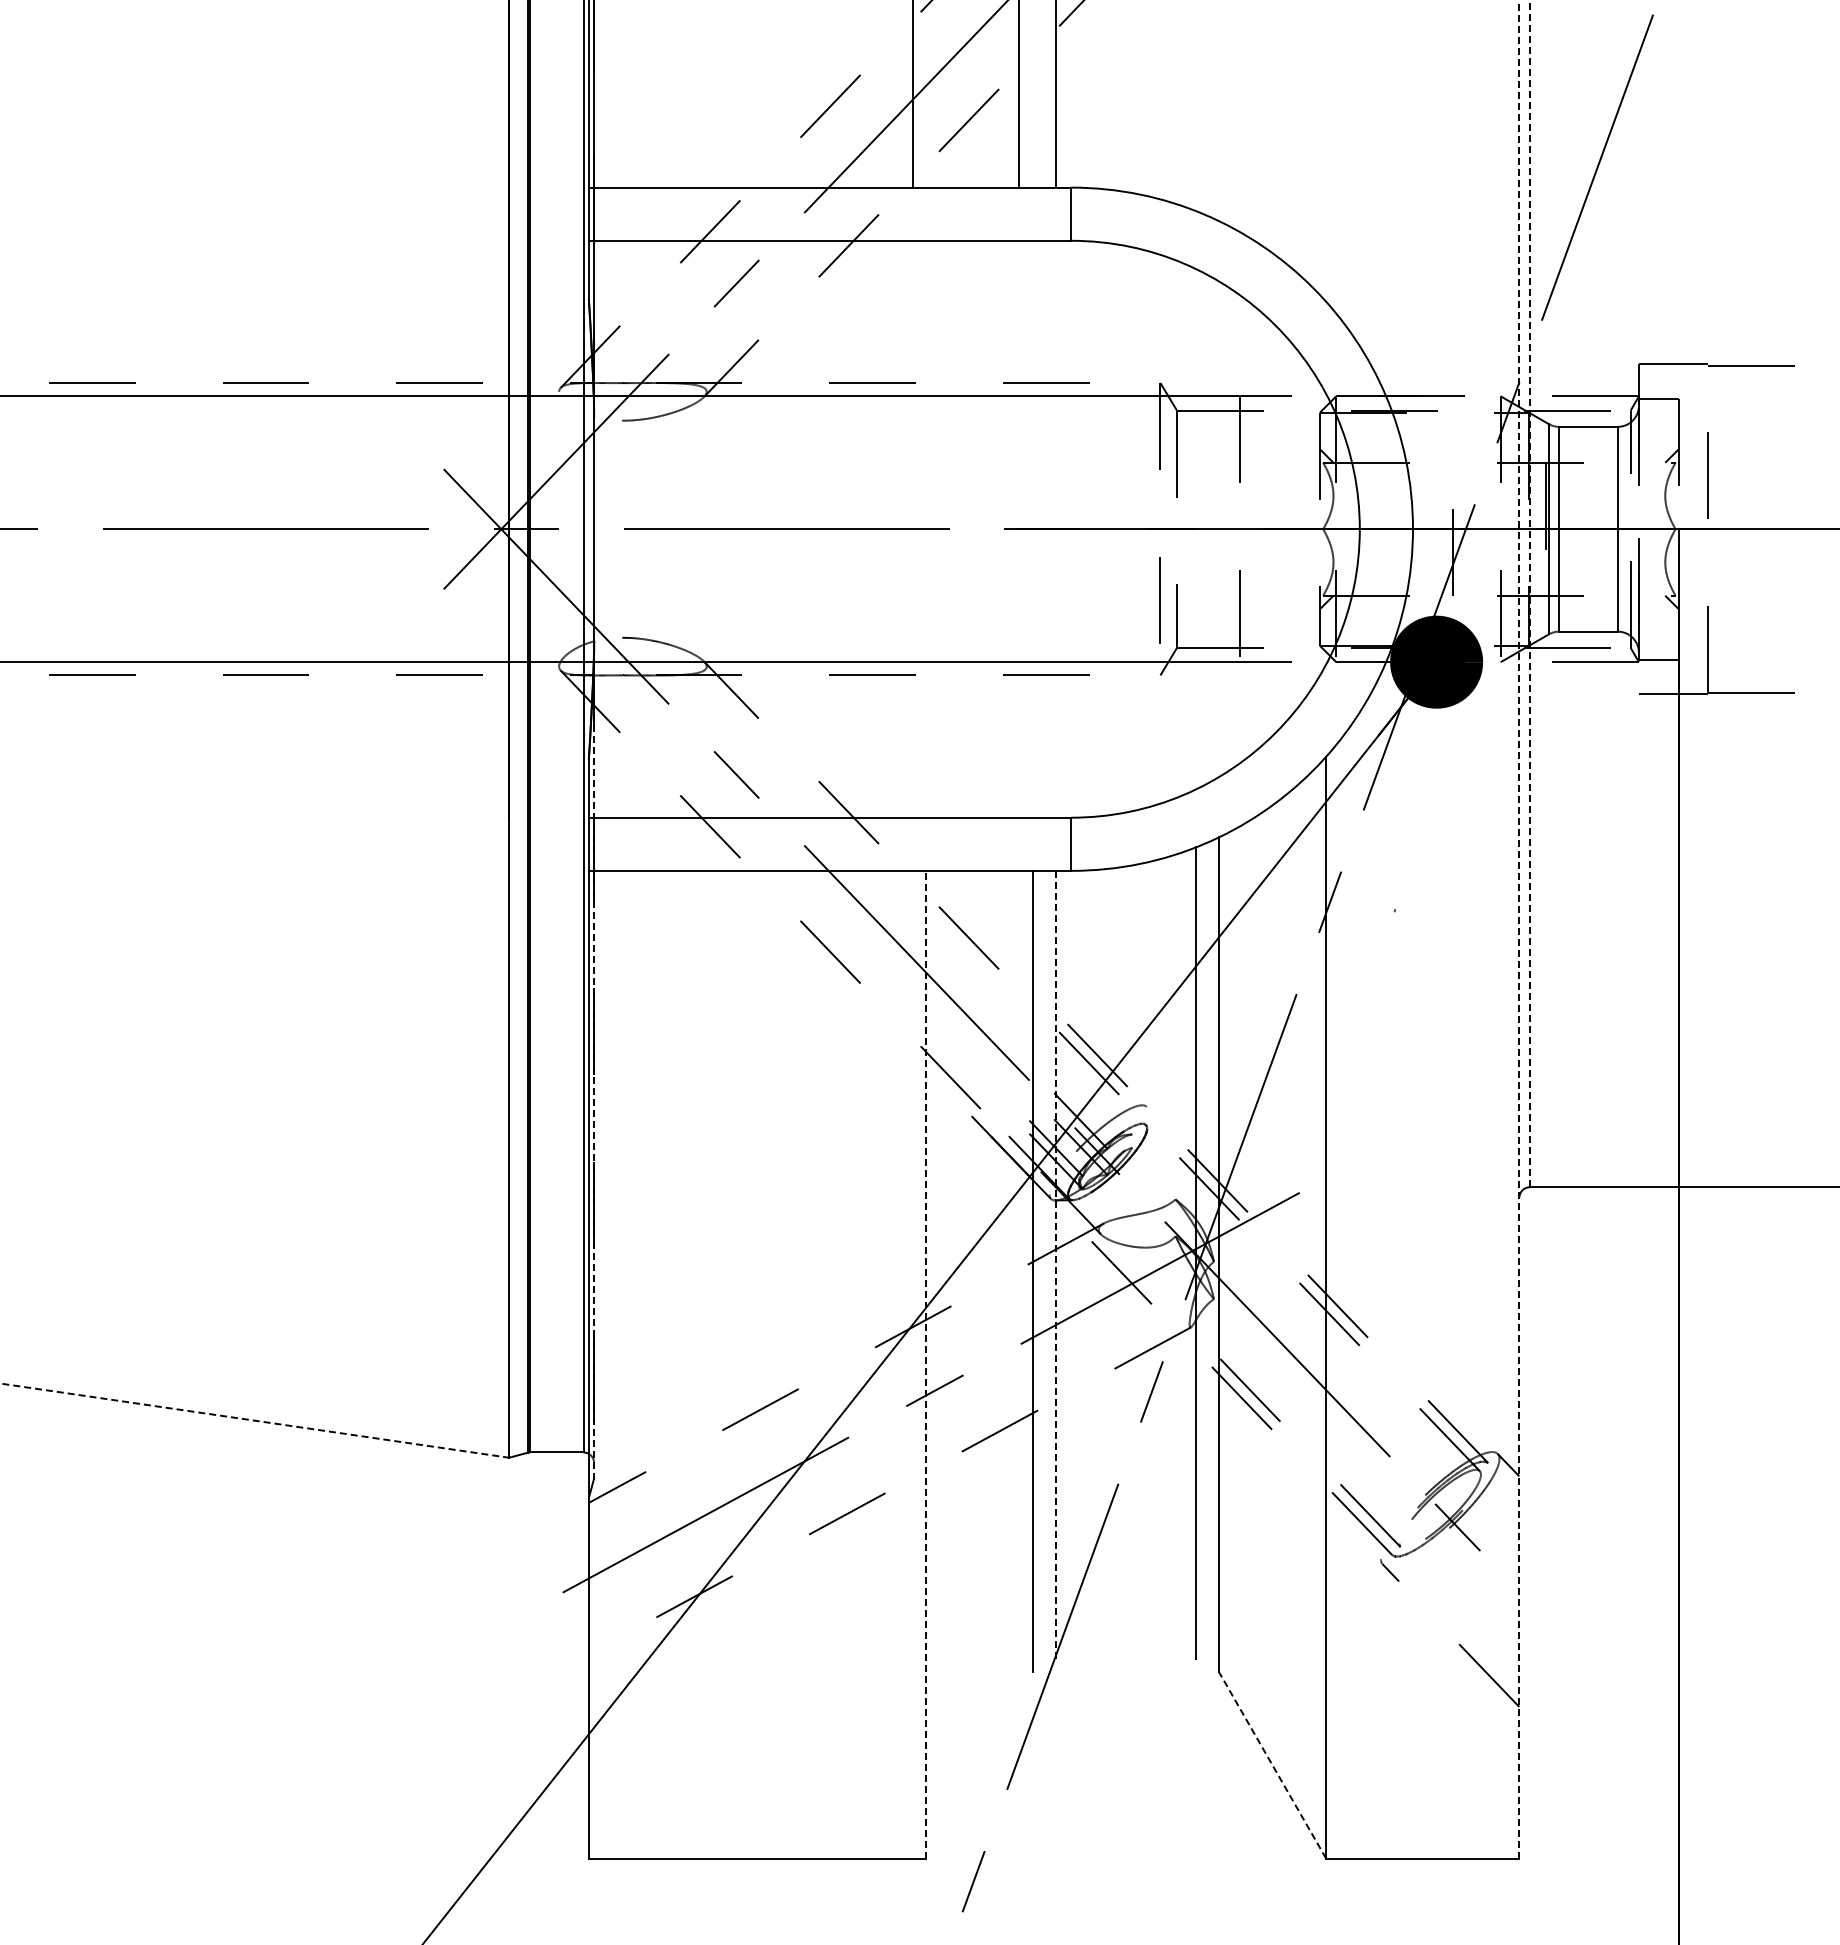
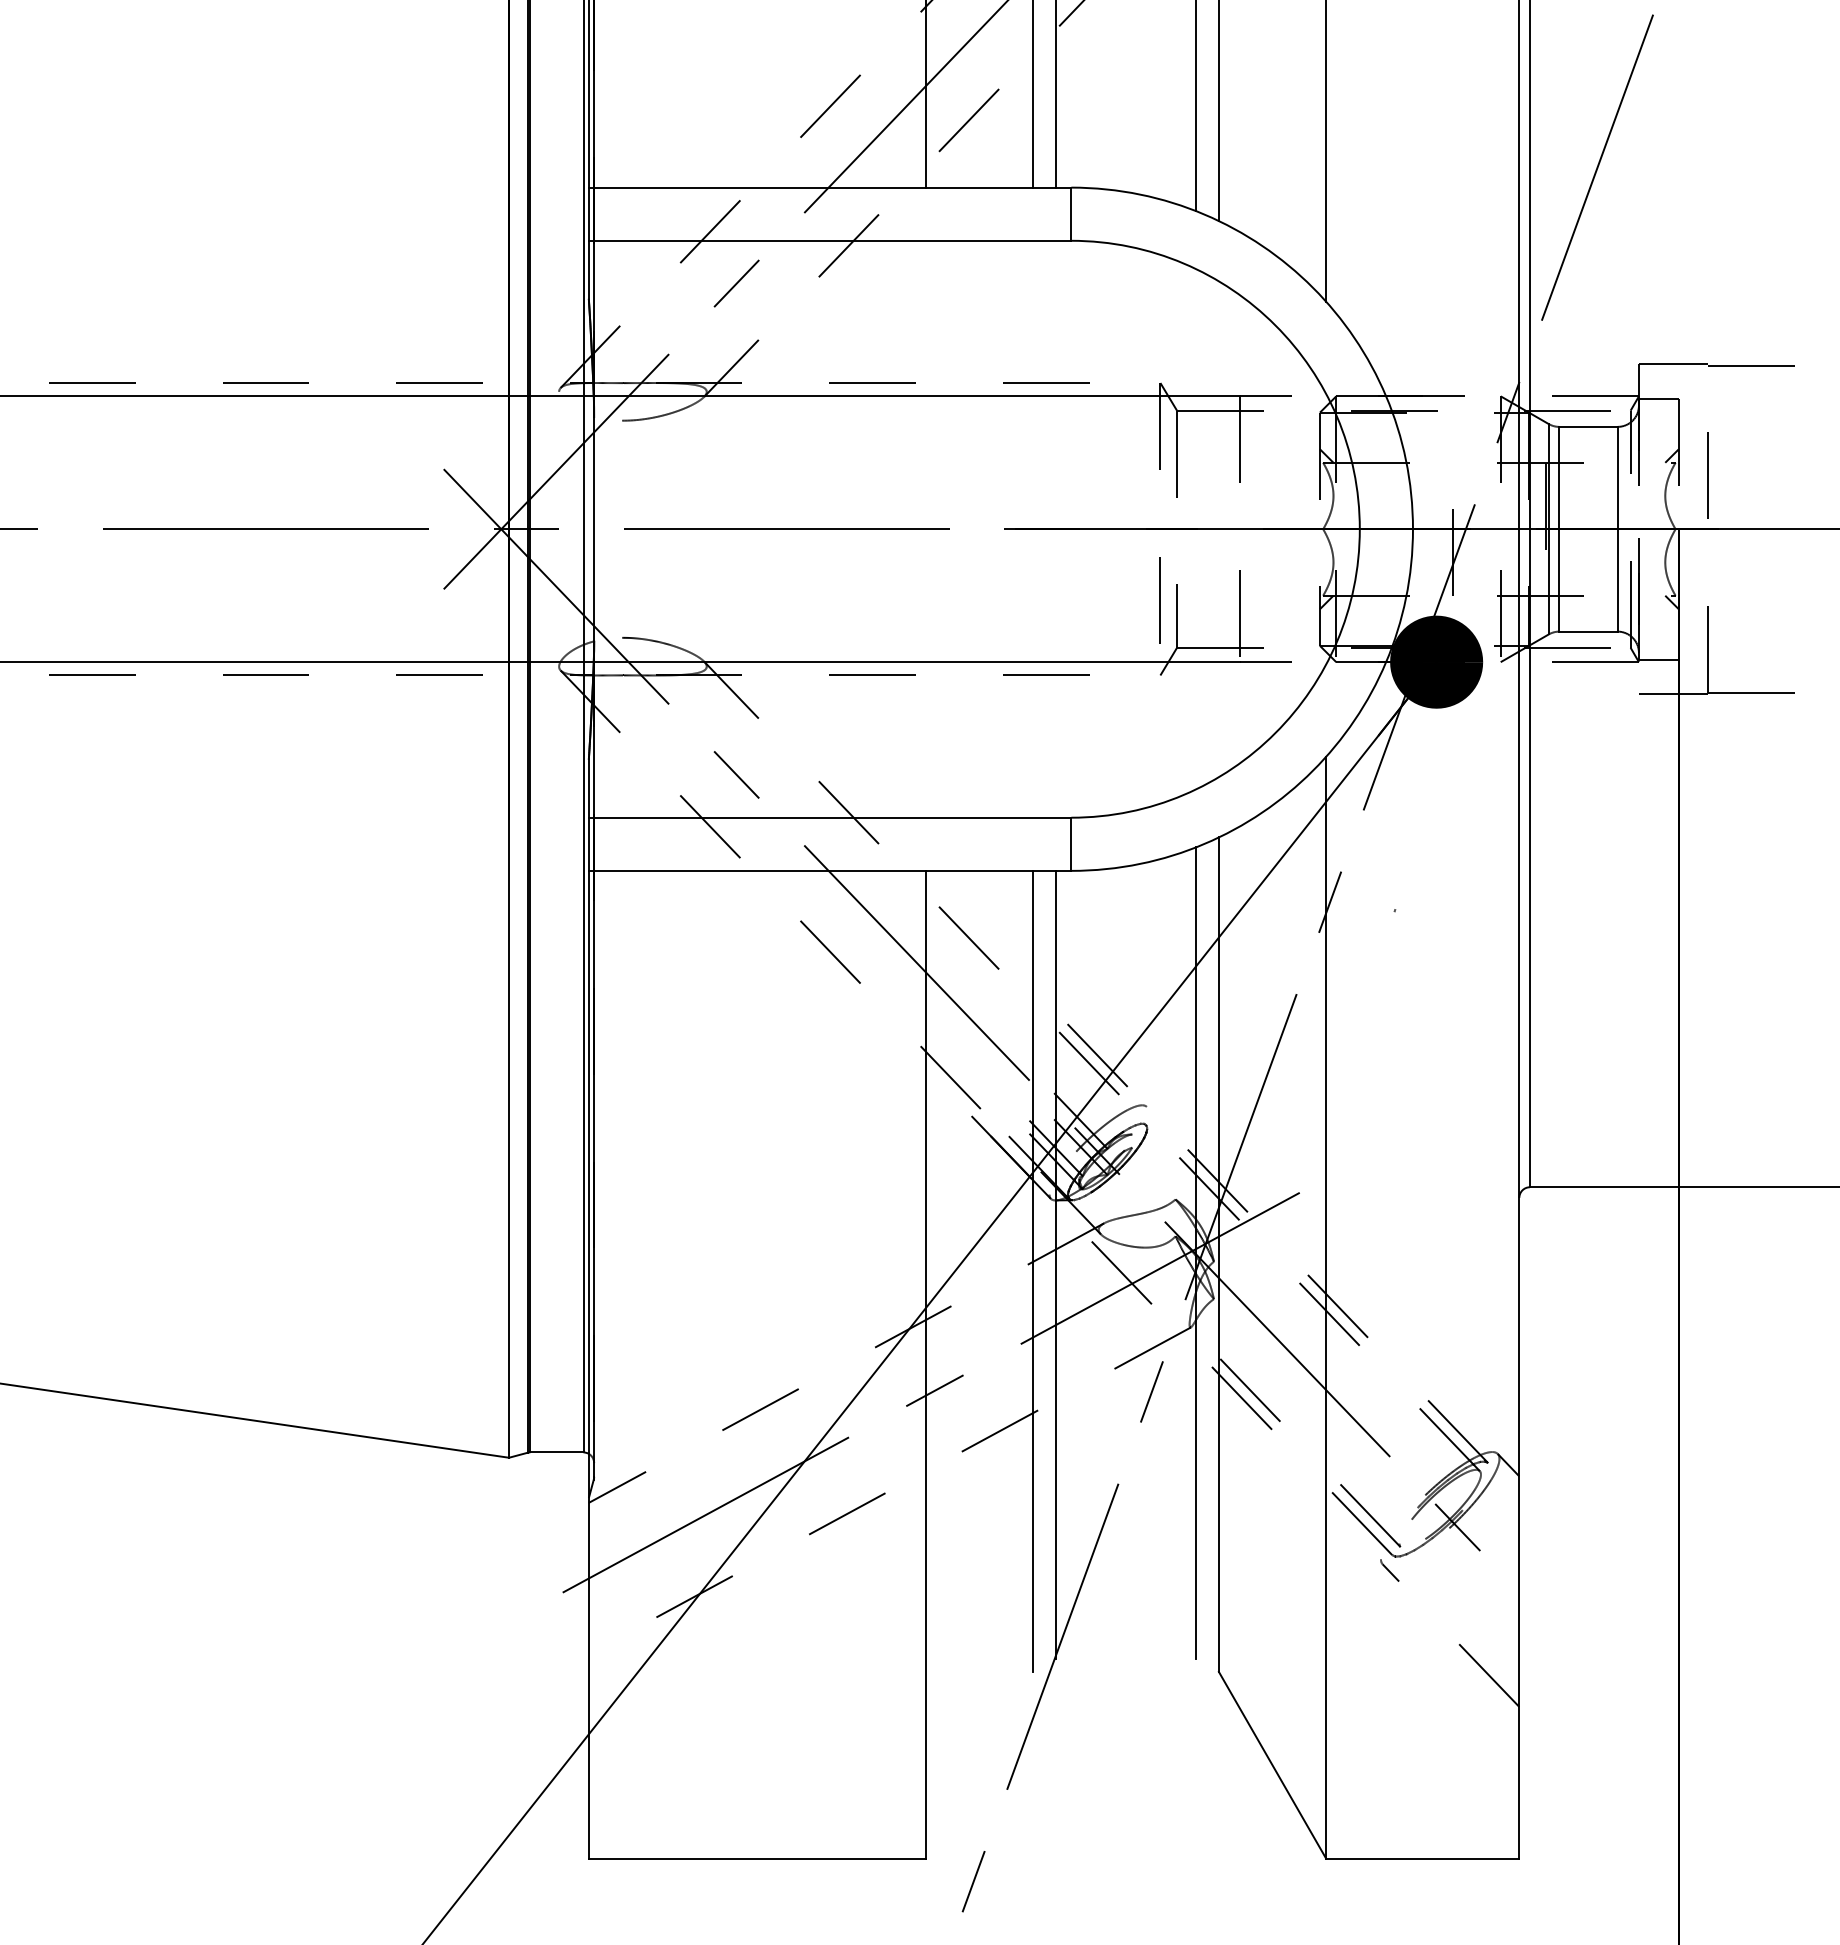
line at (912, 94) position: (912, 94) -> (925, 94)
line at (1018, 94) position: (1018, 94) -> (1032, 94)
line at (1196, 106): none -> present
line at (1218, 111): none -> present
line at (1326, 151): none -> present
line at (1529, 594): dashed -> solid
line at (1519, 929): dashed -> solid
line at (593, 1070): dashed -> solid
line at (1055, 1265): dashed -> solid
line at (925, 1364): dashed -> solid
line at (254, 1420): dashed -> solid
line at (1272, 1765): dashed -> solid
